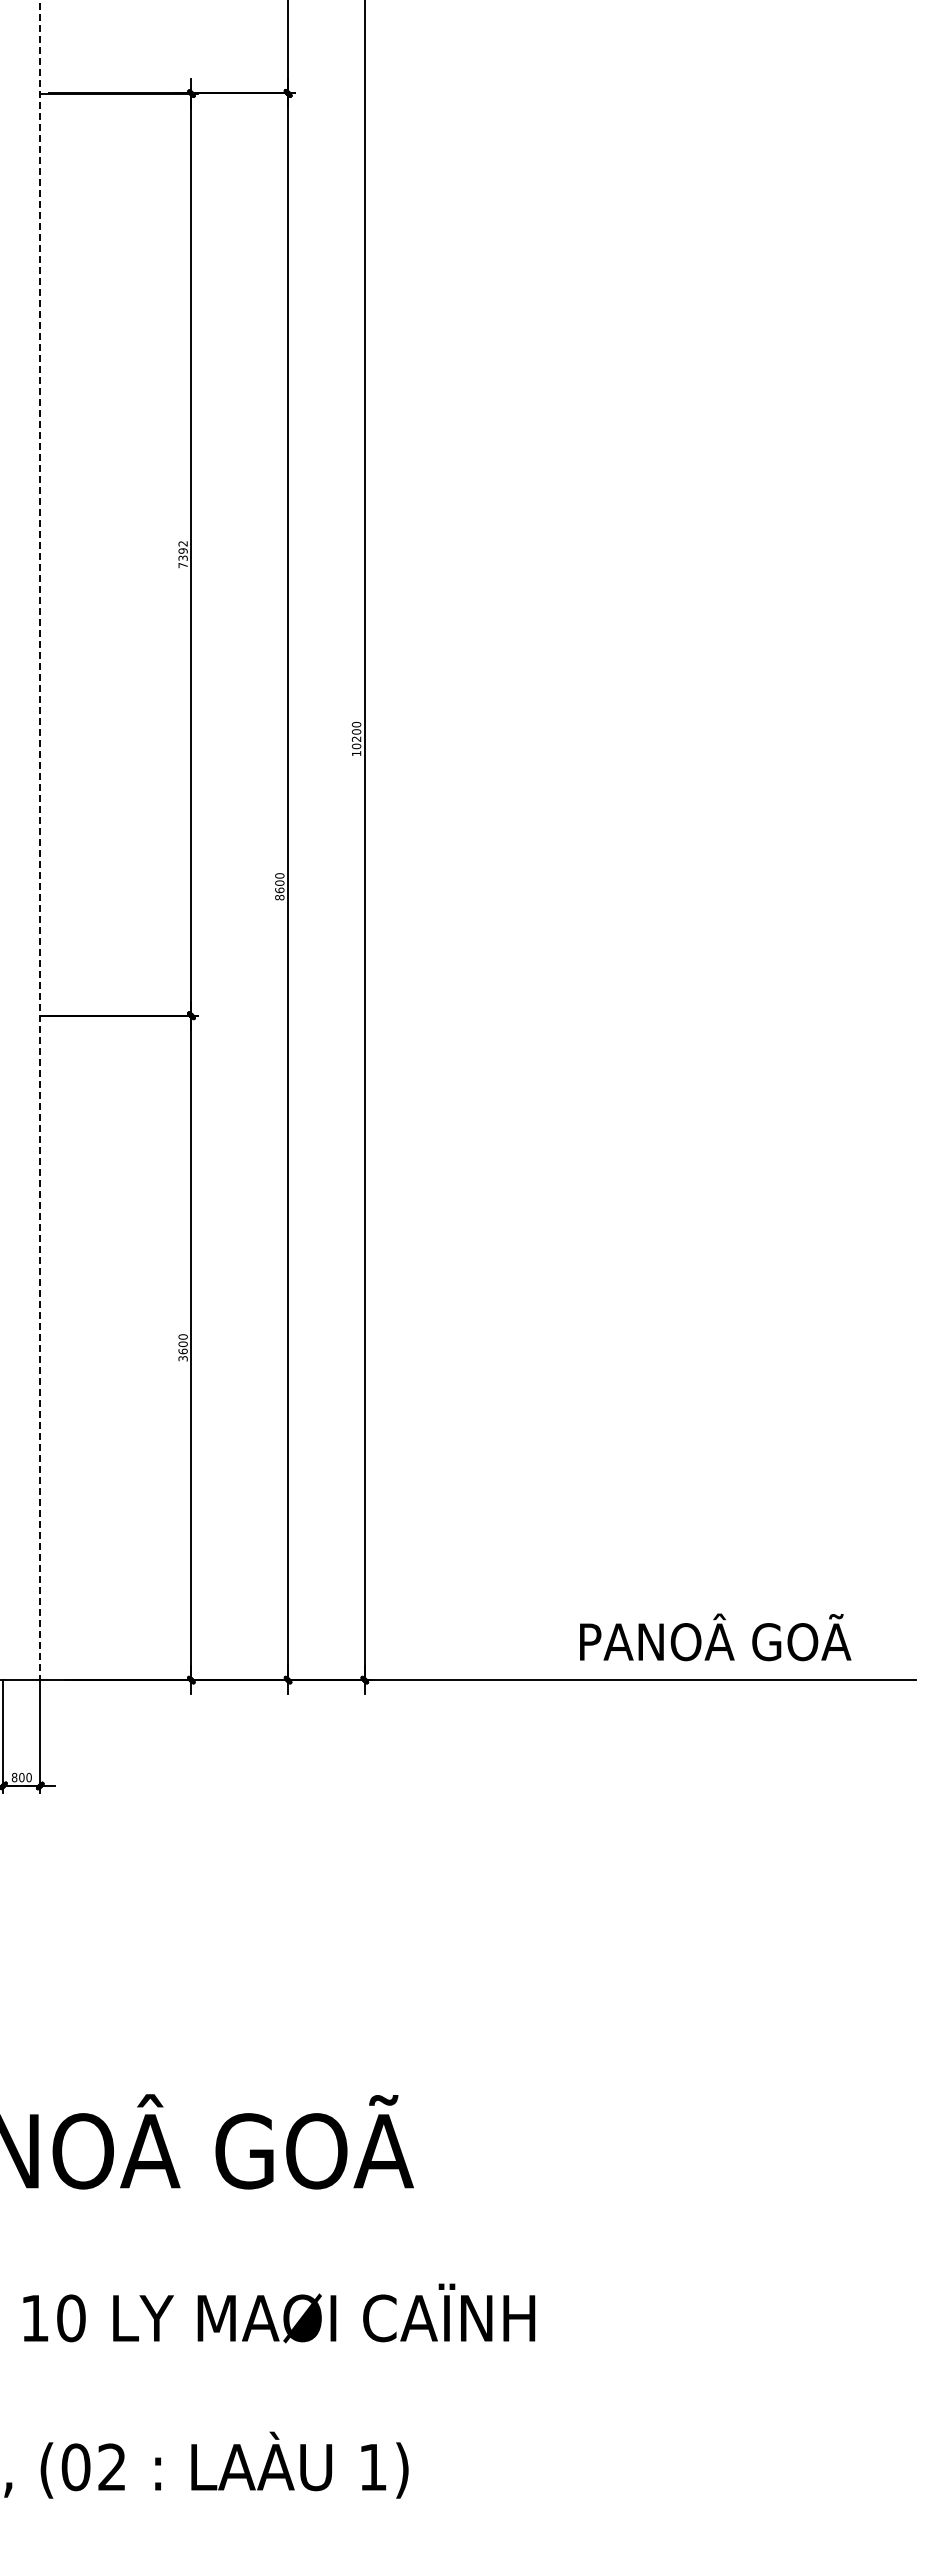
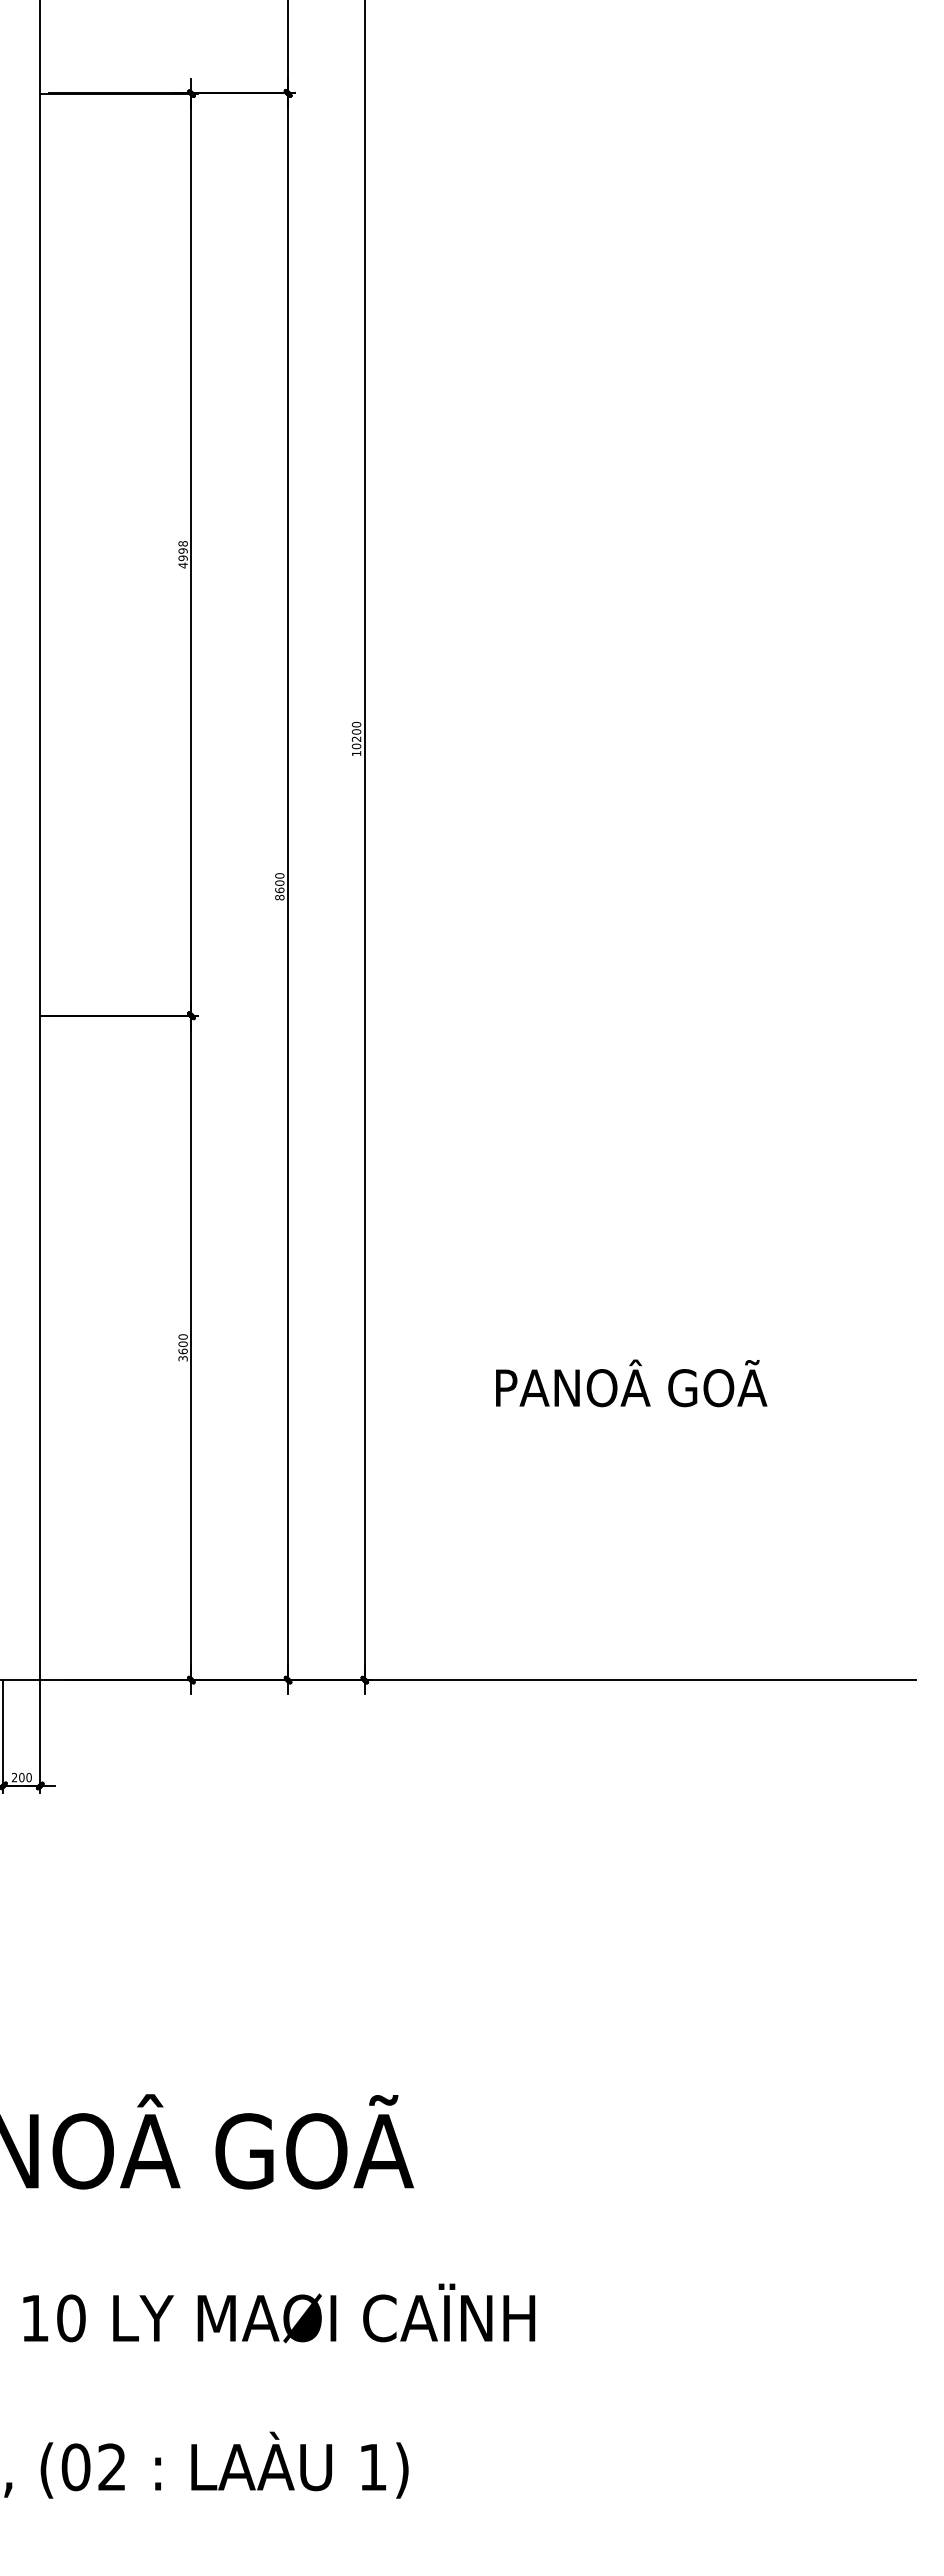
text at (182, 554): 7392 -> 4998
line at (40, 840): dashed -> solid
text at (715, 1637) position: (715, 1637) -> (631, 1383)
text at (14, 1777): 800 -> 200
